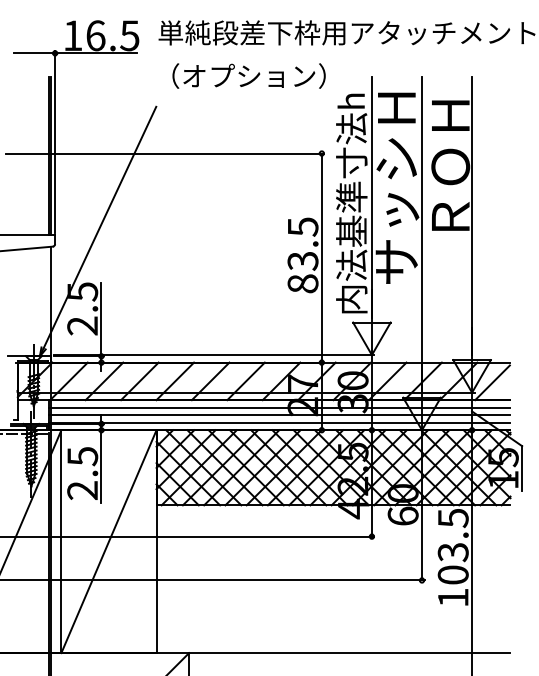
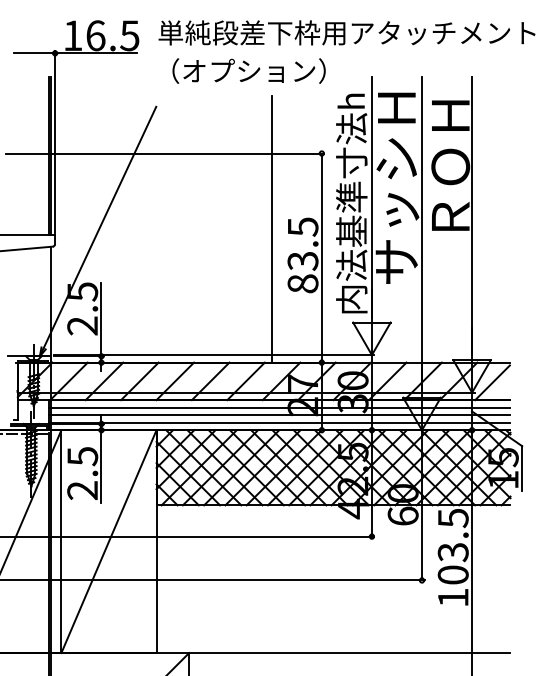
text at (248, 75) position: (248, 75) -> (248, 70)
line at (271, 229): none -> present
